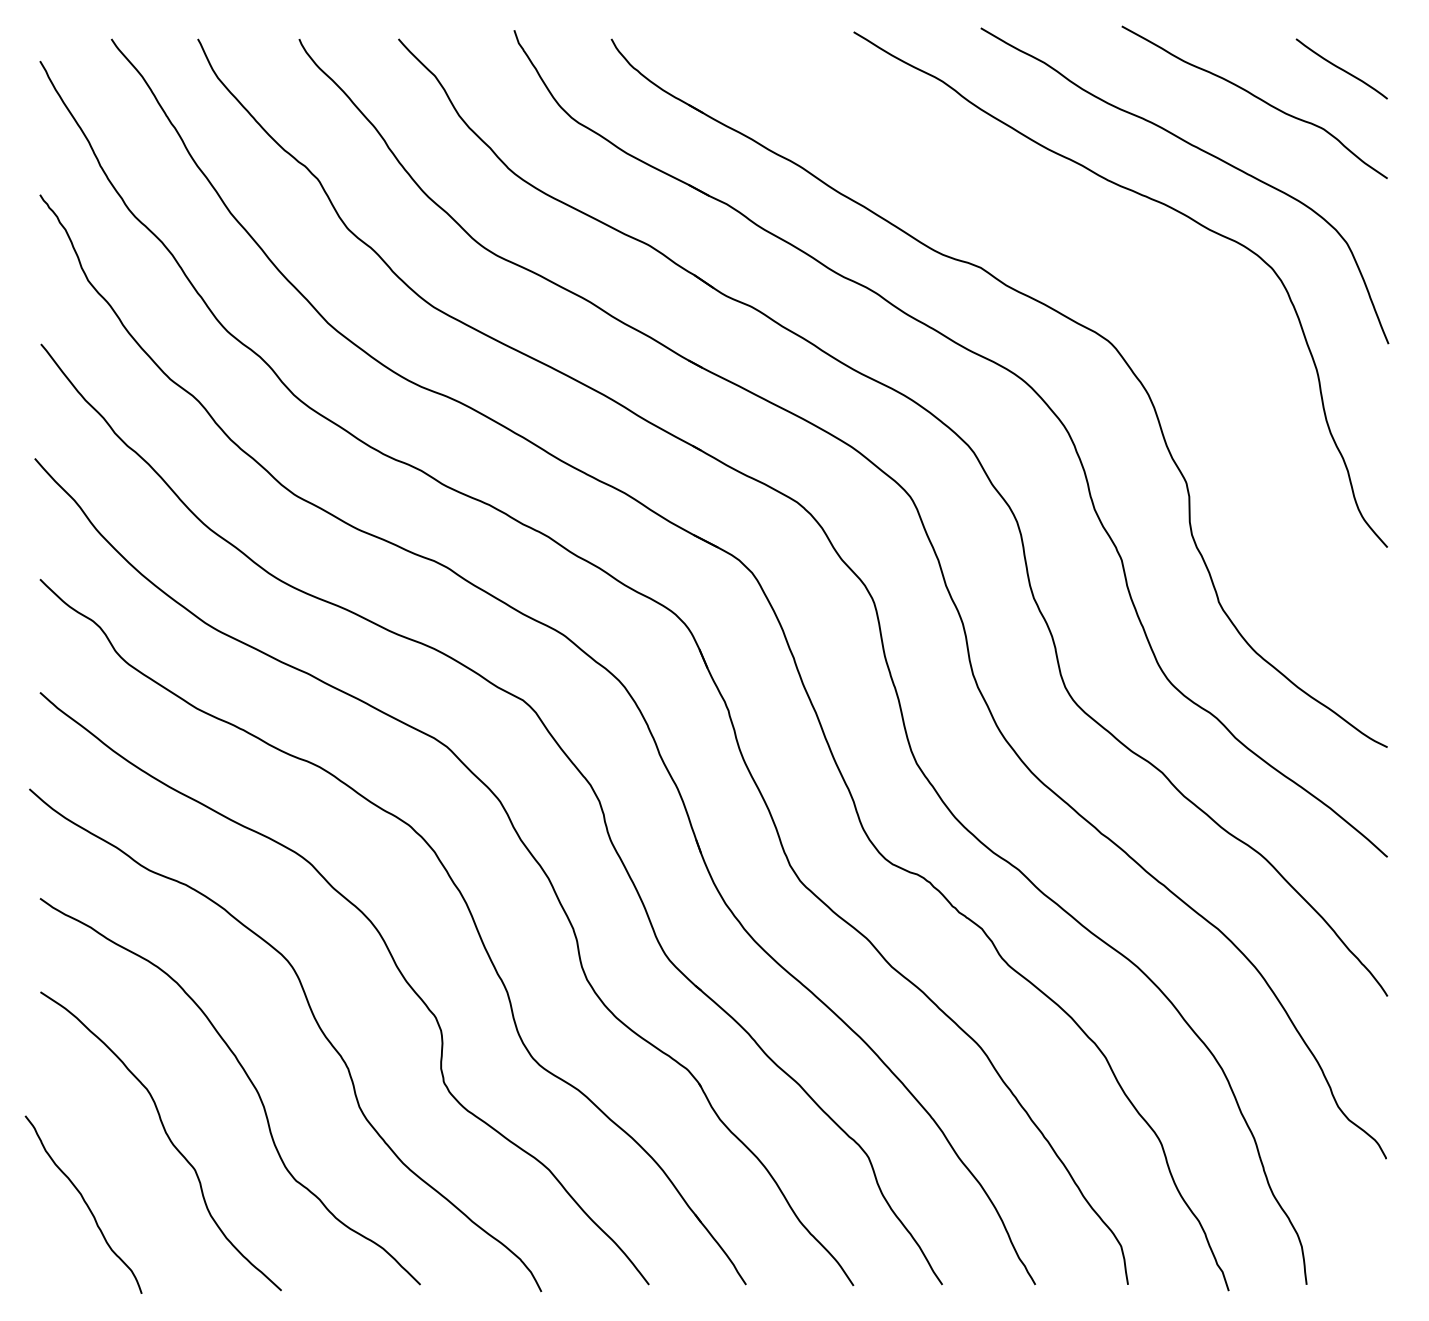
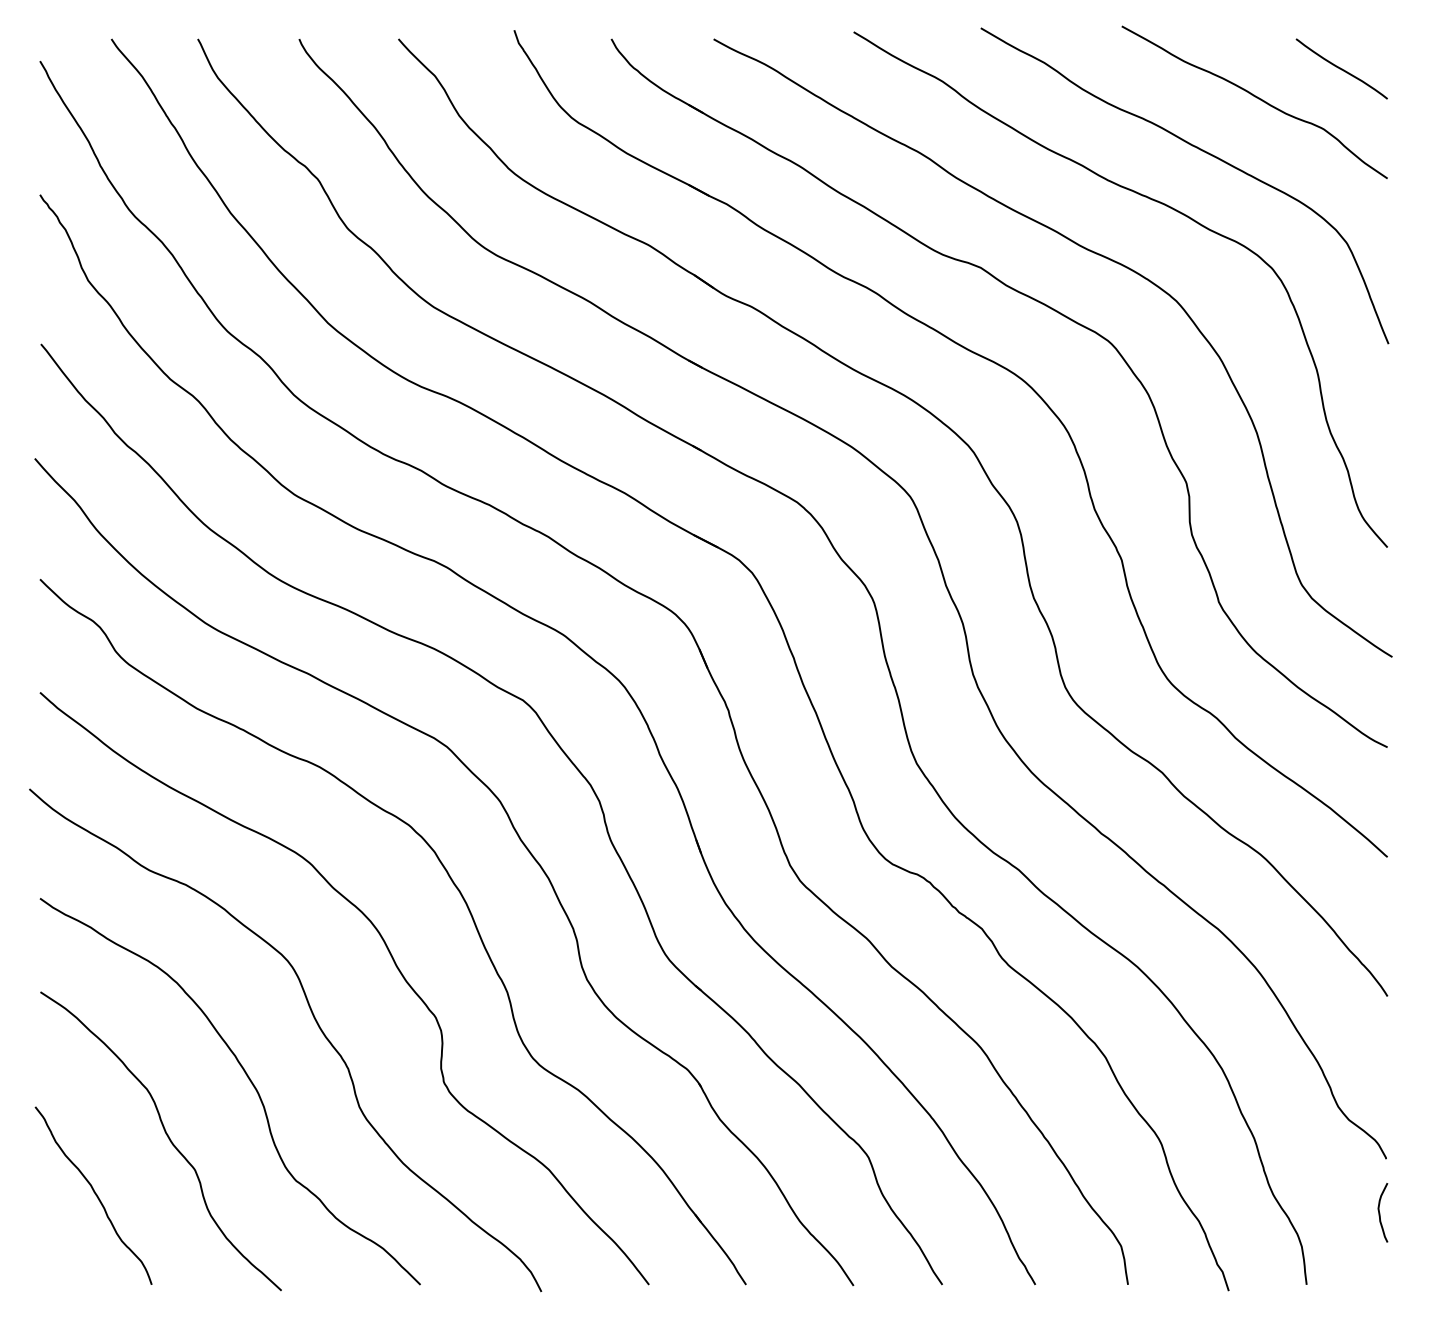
curve at (1093, 253): none -> present
curve at (85, 1204) position: (85, 1204) -> (95, 1195)
curve at (1380, 1213): none -> present
